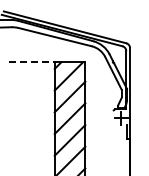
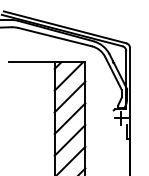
line at (32, 62): dashed -> solid
